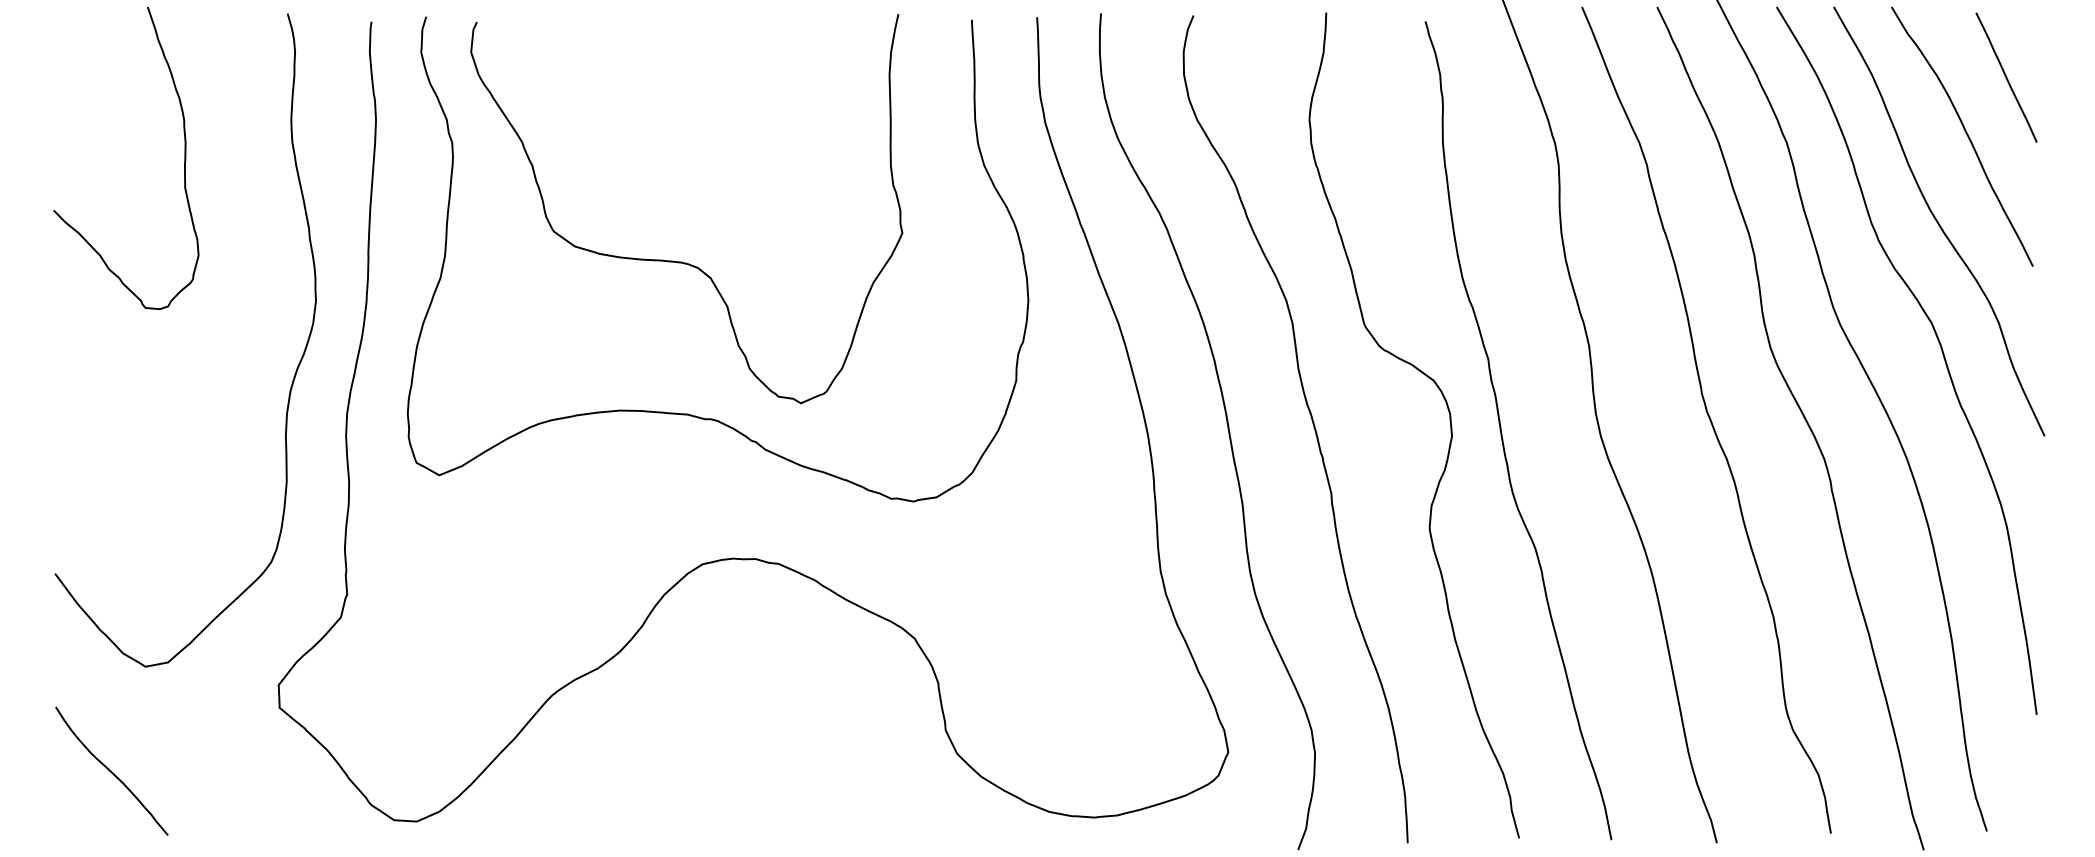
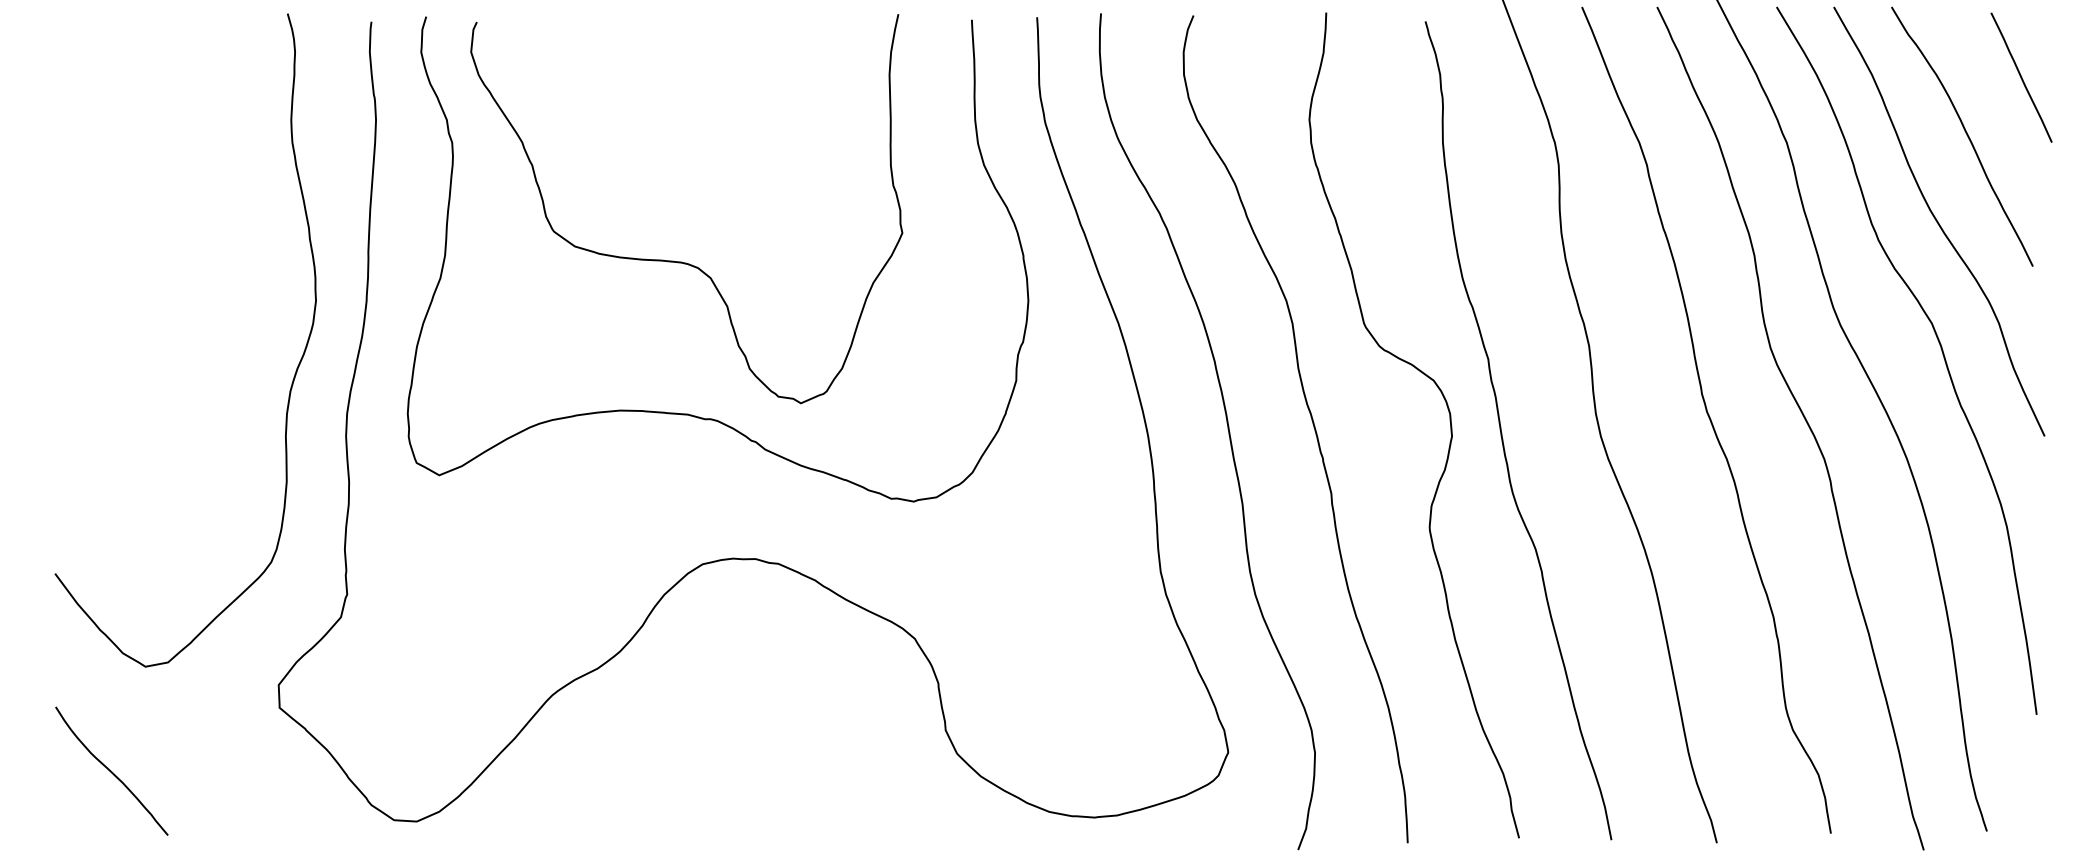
line at (2006, 77) position: (2006, 77) -> (2021, 77)
curve at (184, 158): present -> none
